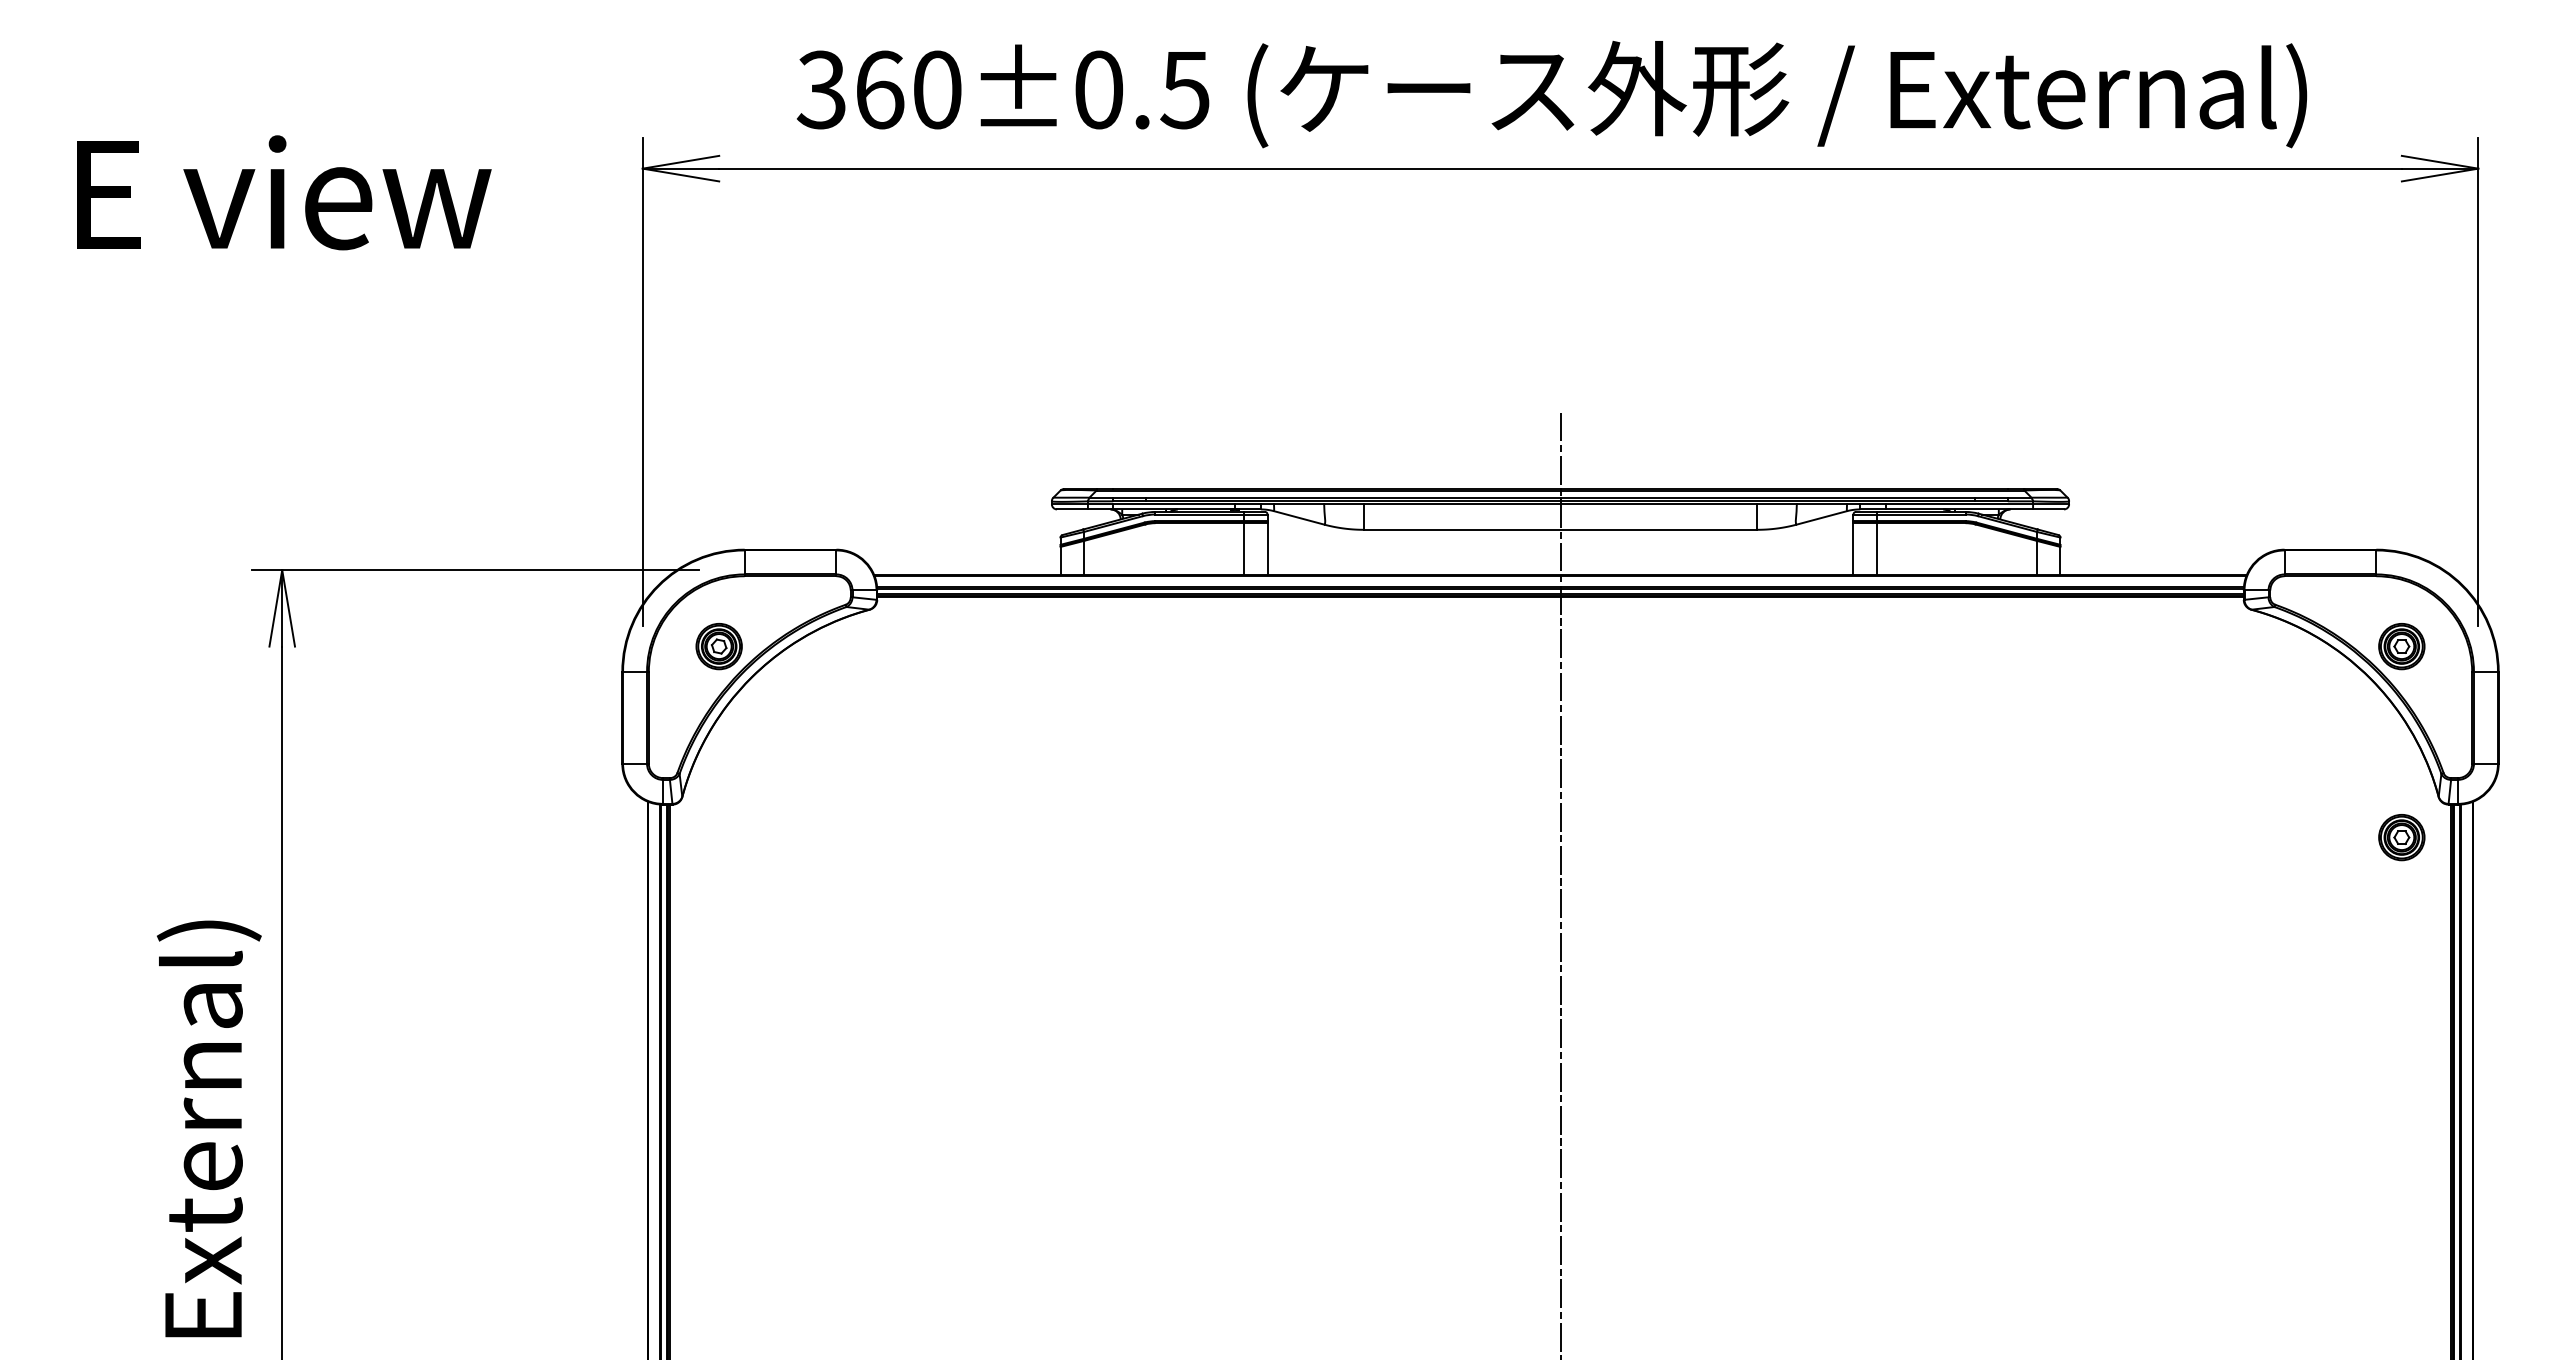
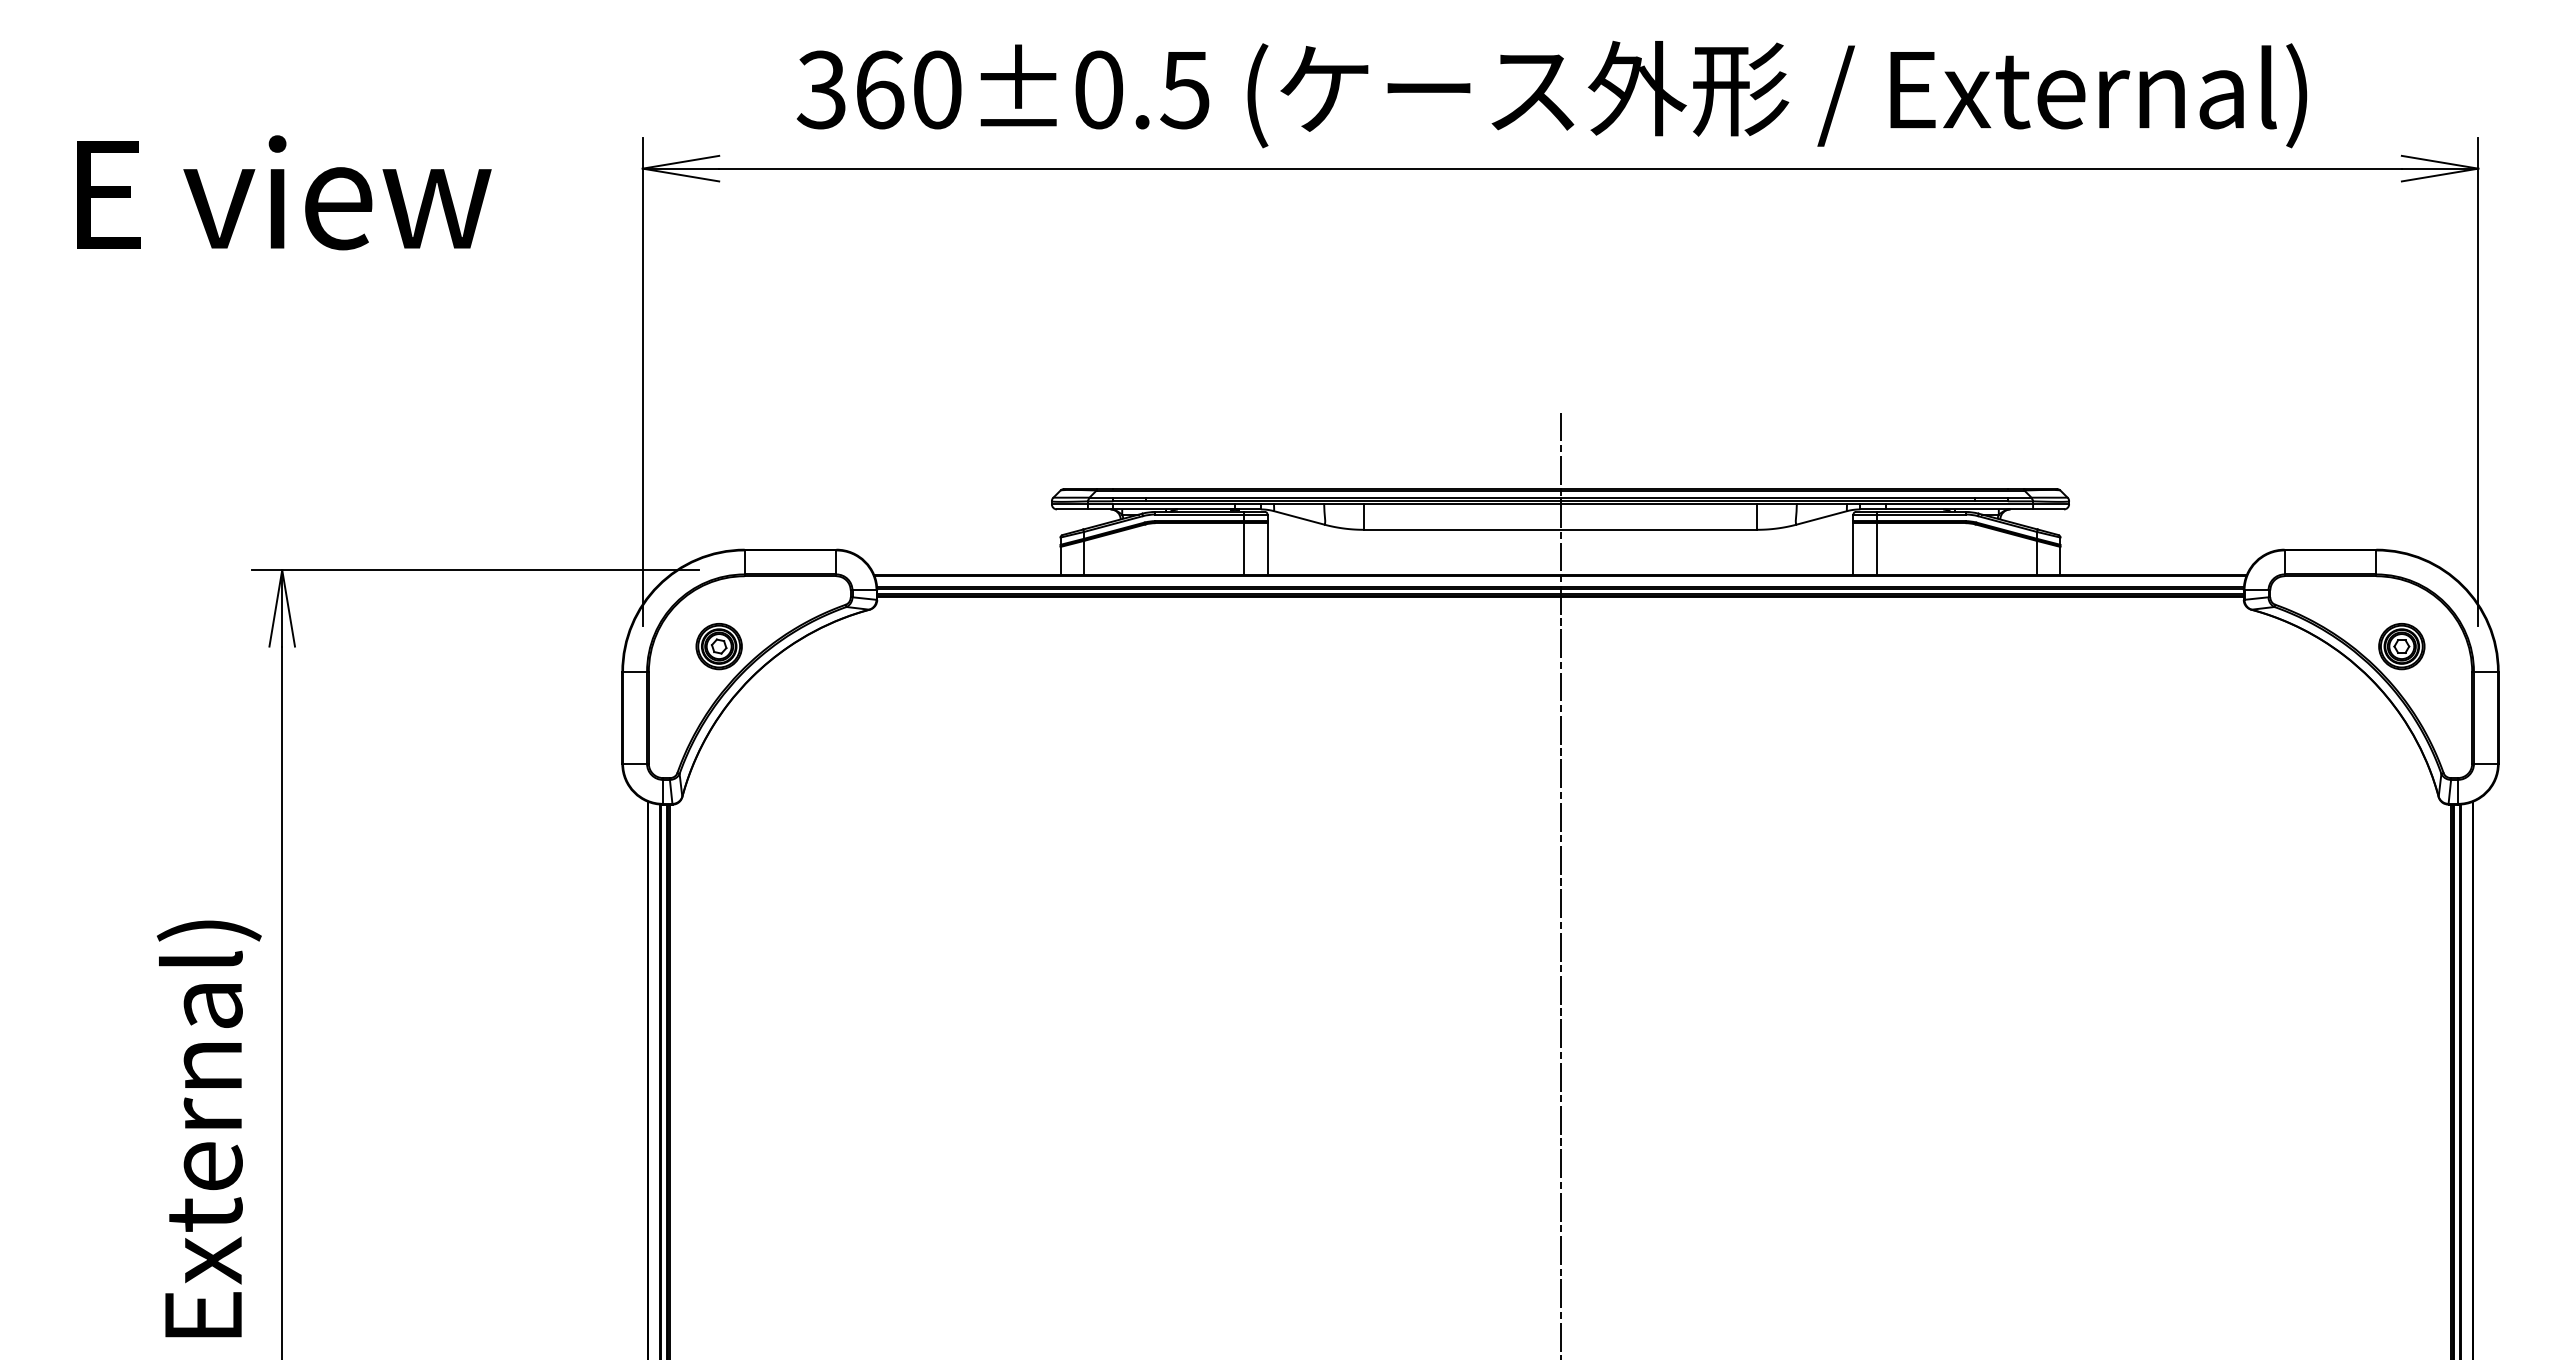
part at (2401, 837): present -> none
